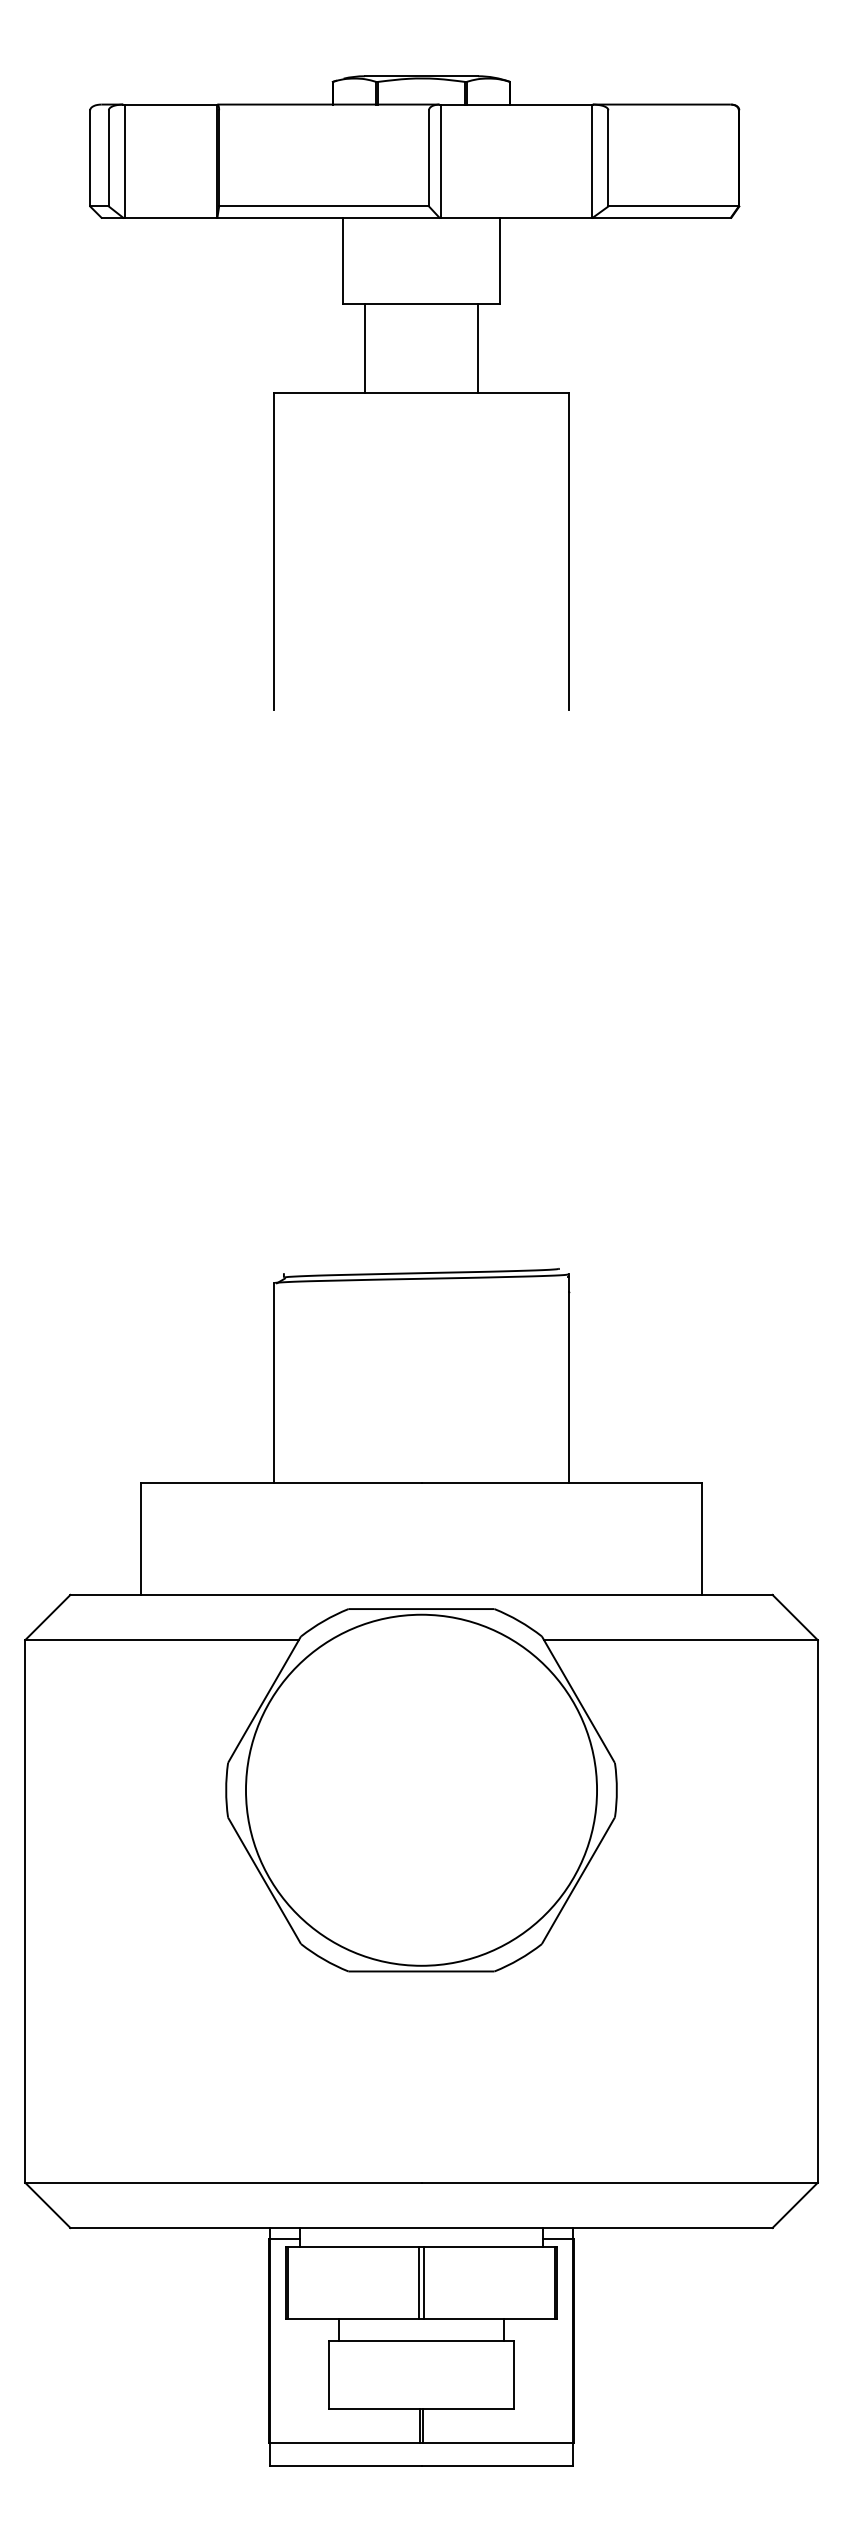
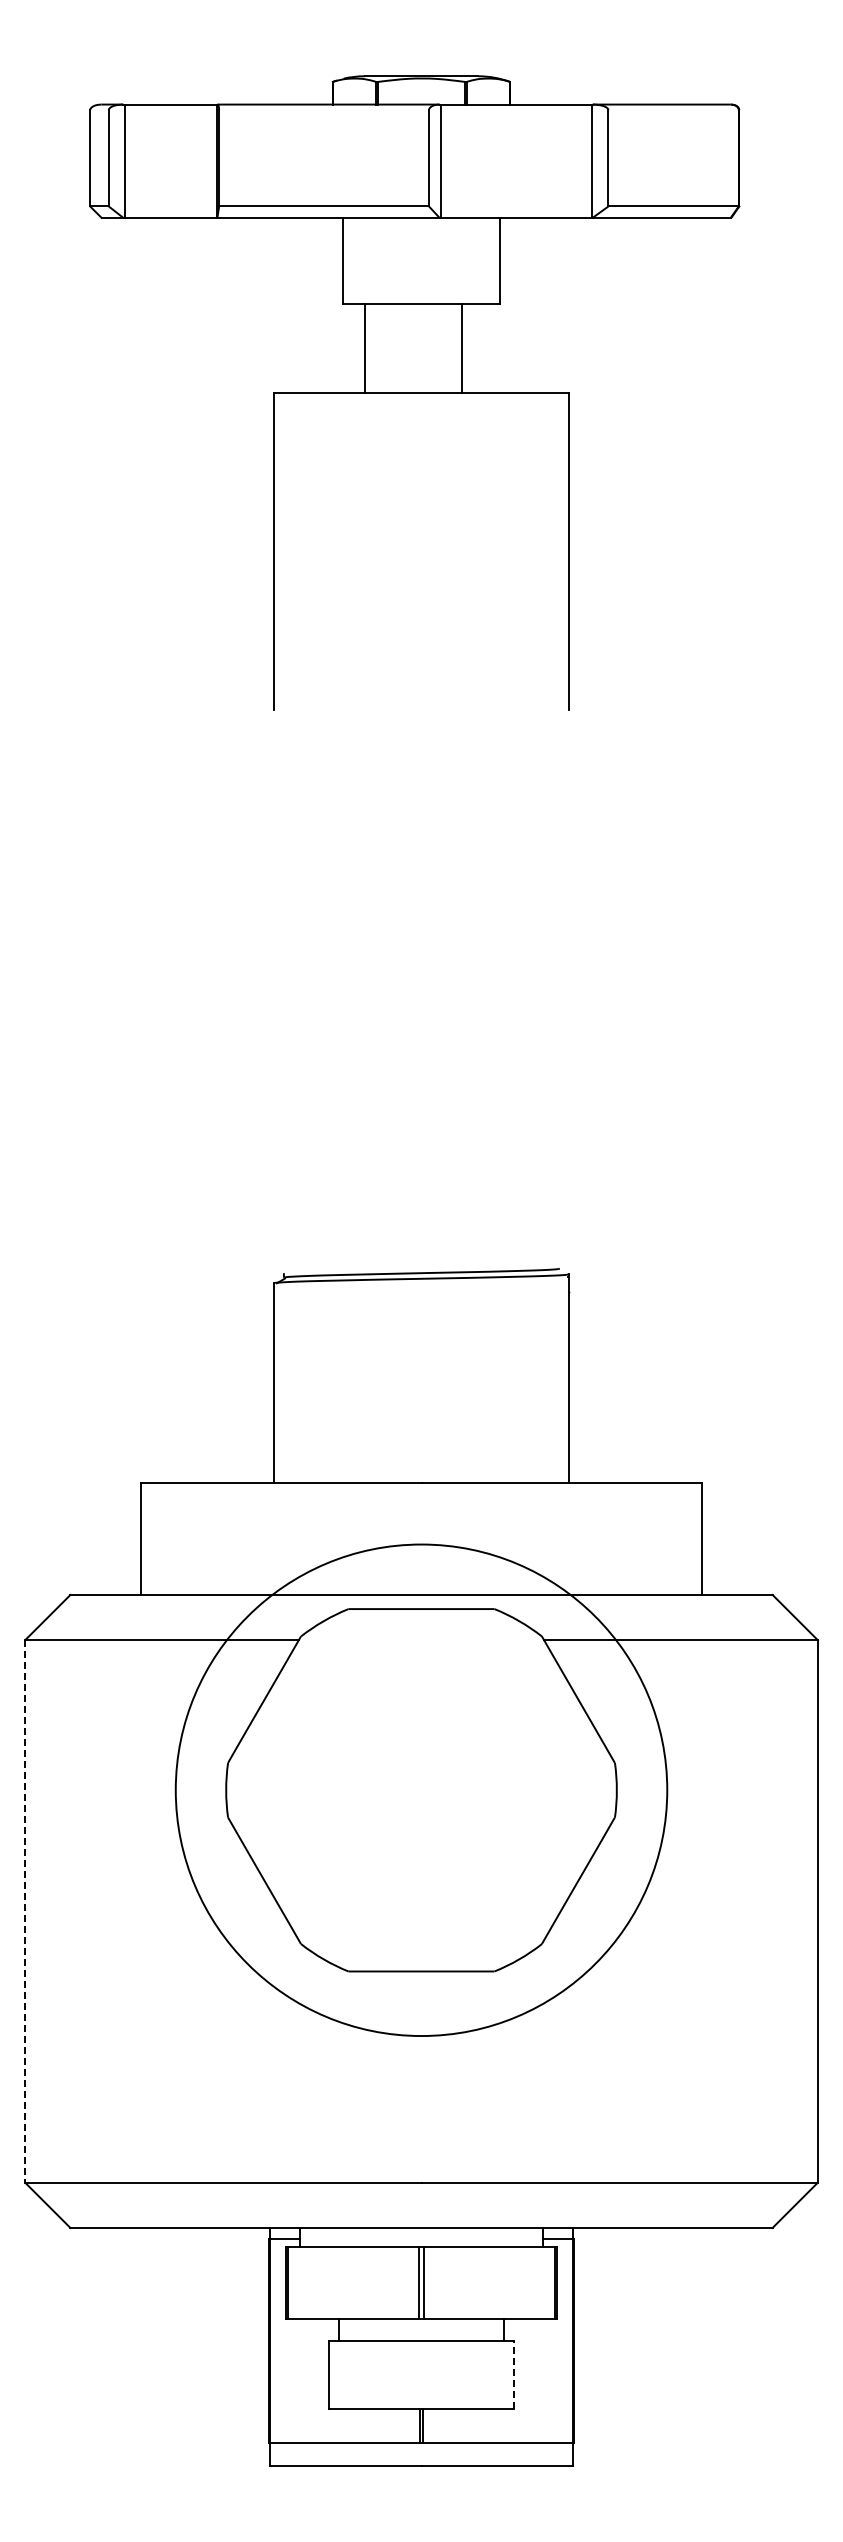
line at (478, 348) position: (478, 348) -> (462, 348)
circle at (421, 1789) diameter: 351 px -> 491 px
line at (25, 1911): solid -> dashed
line at (514, 2375): solid -> dashed
